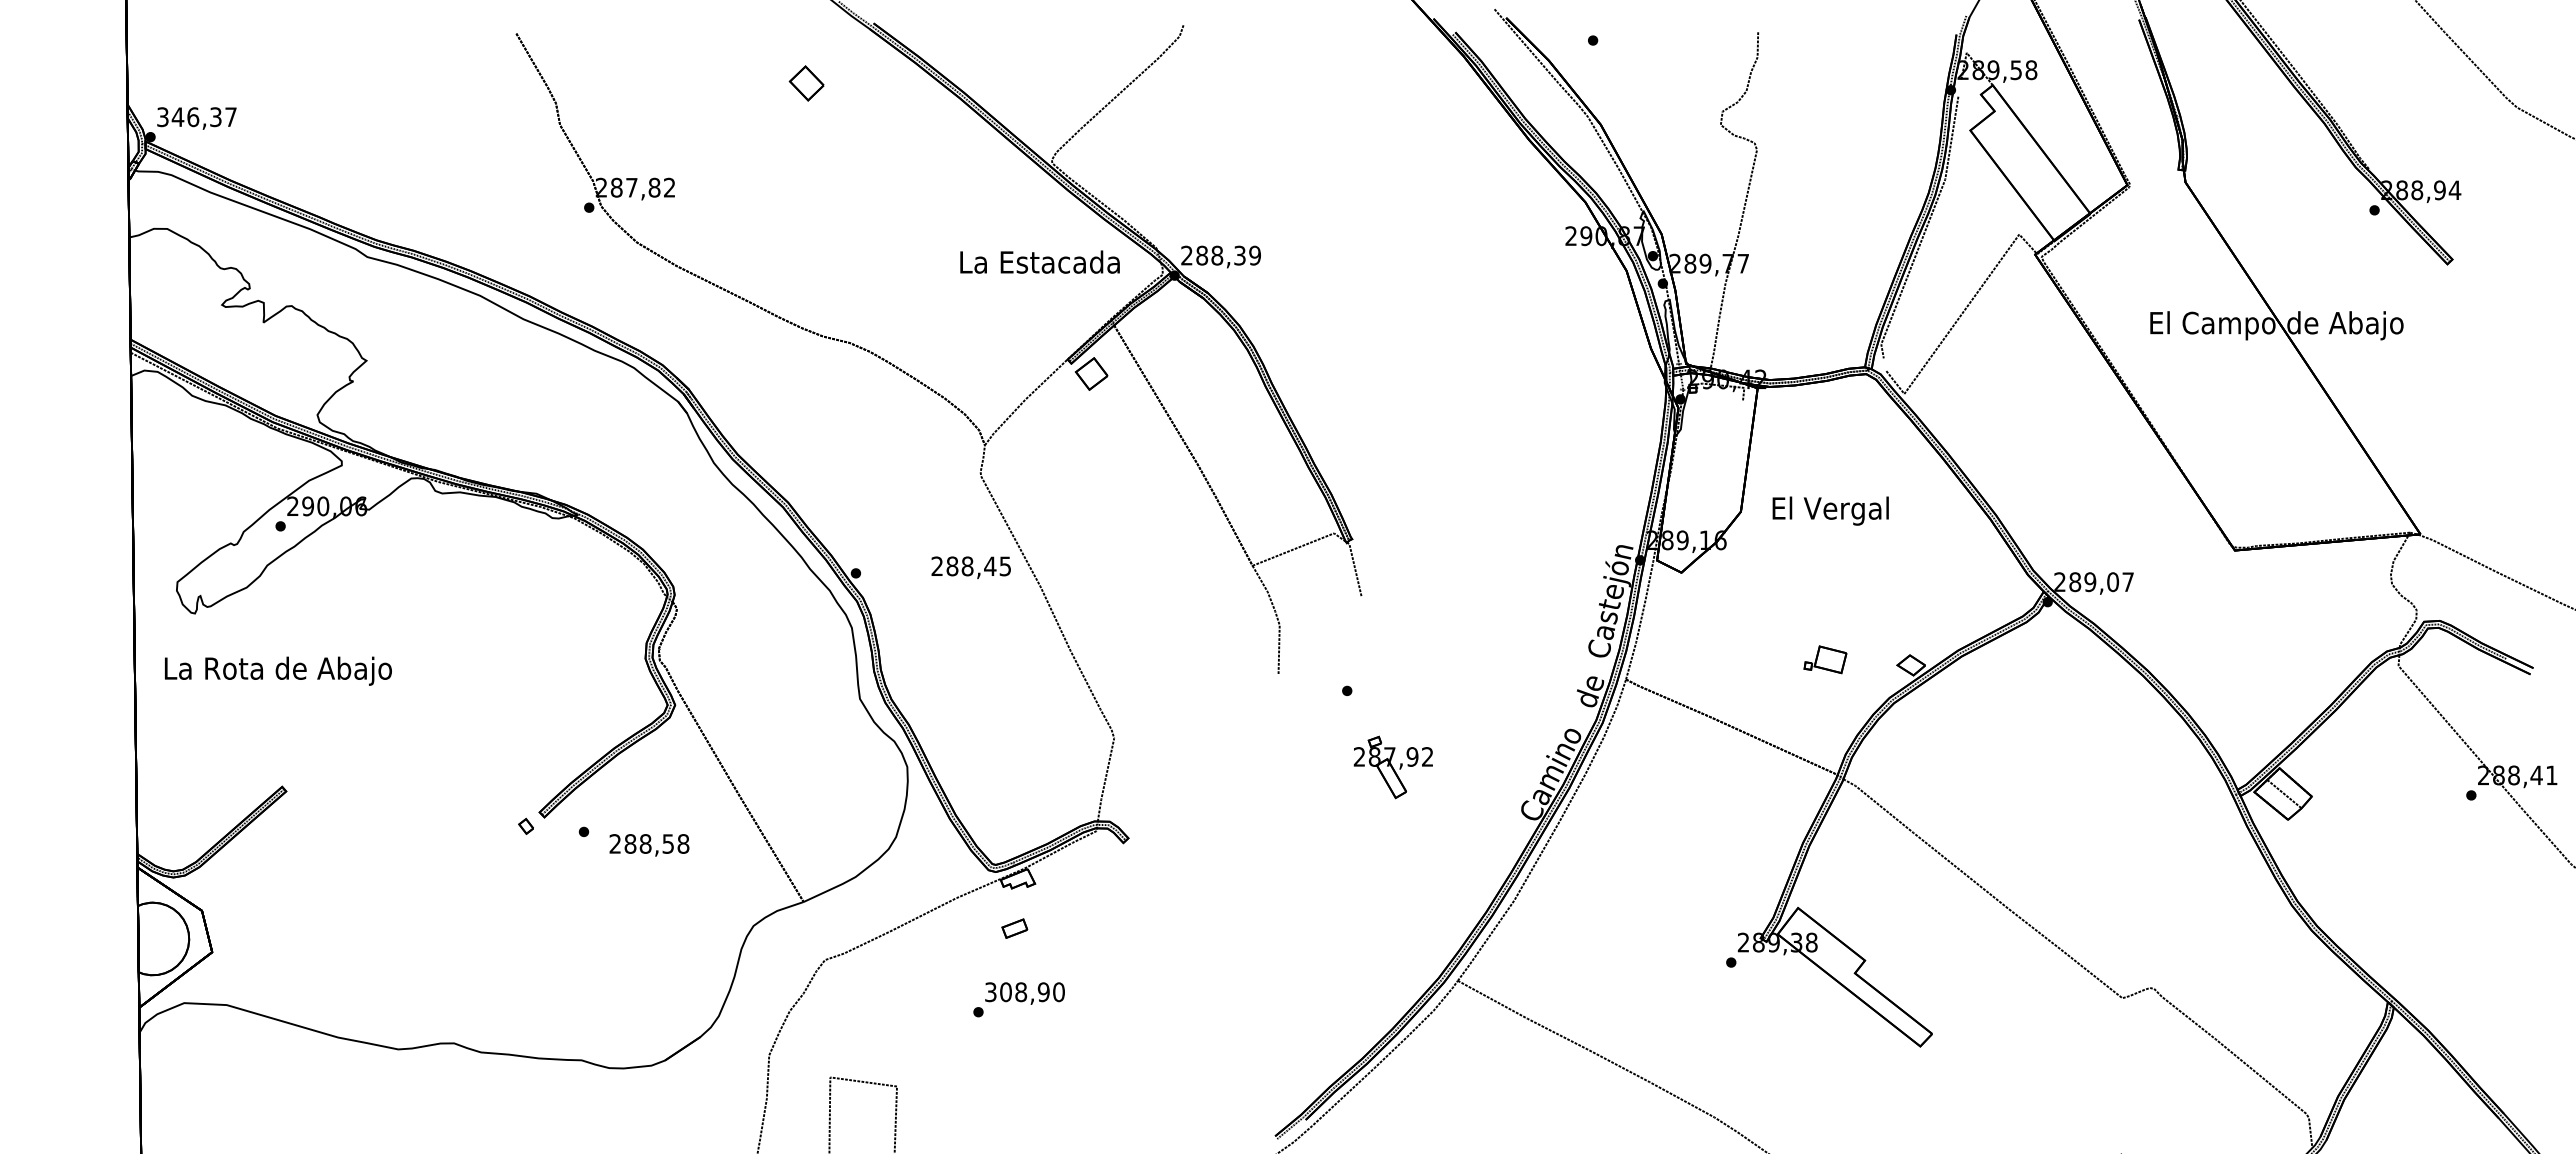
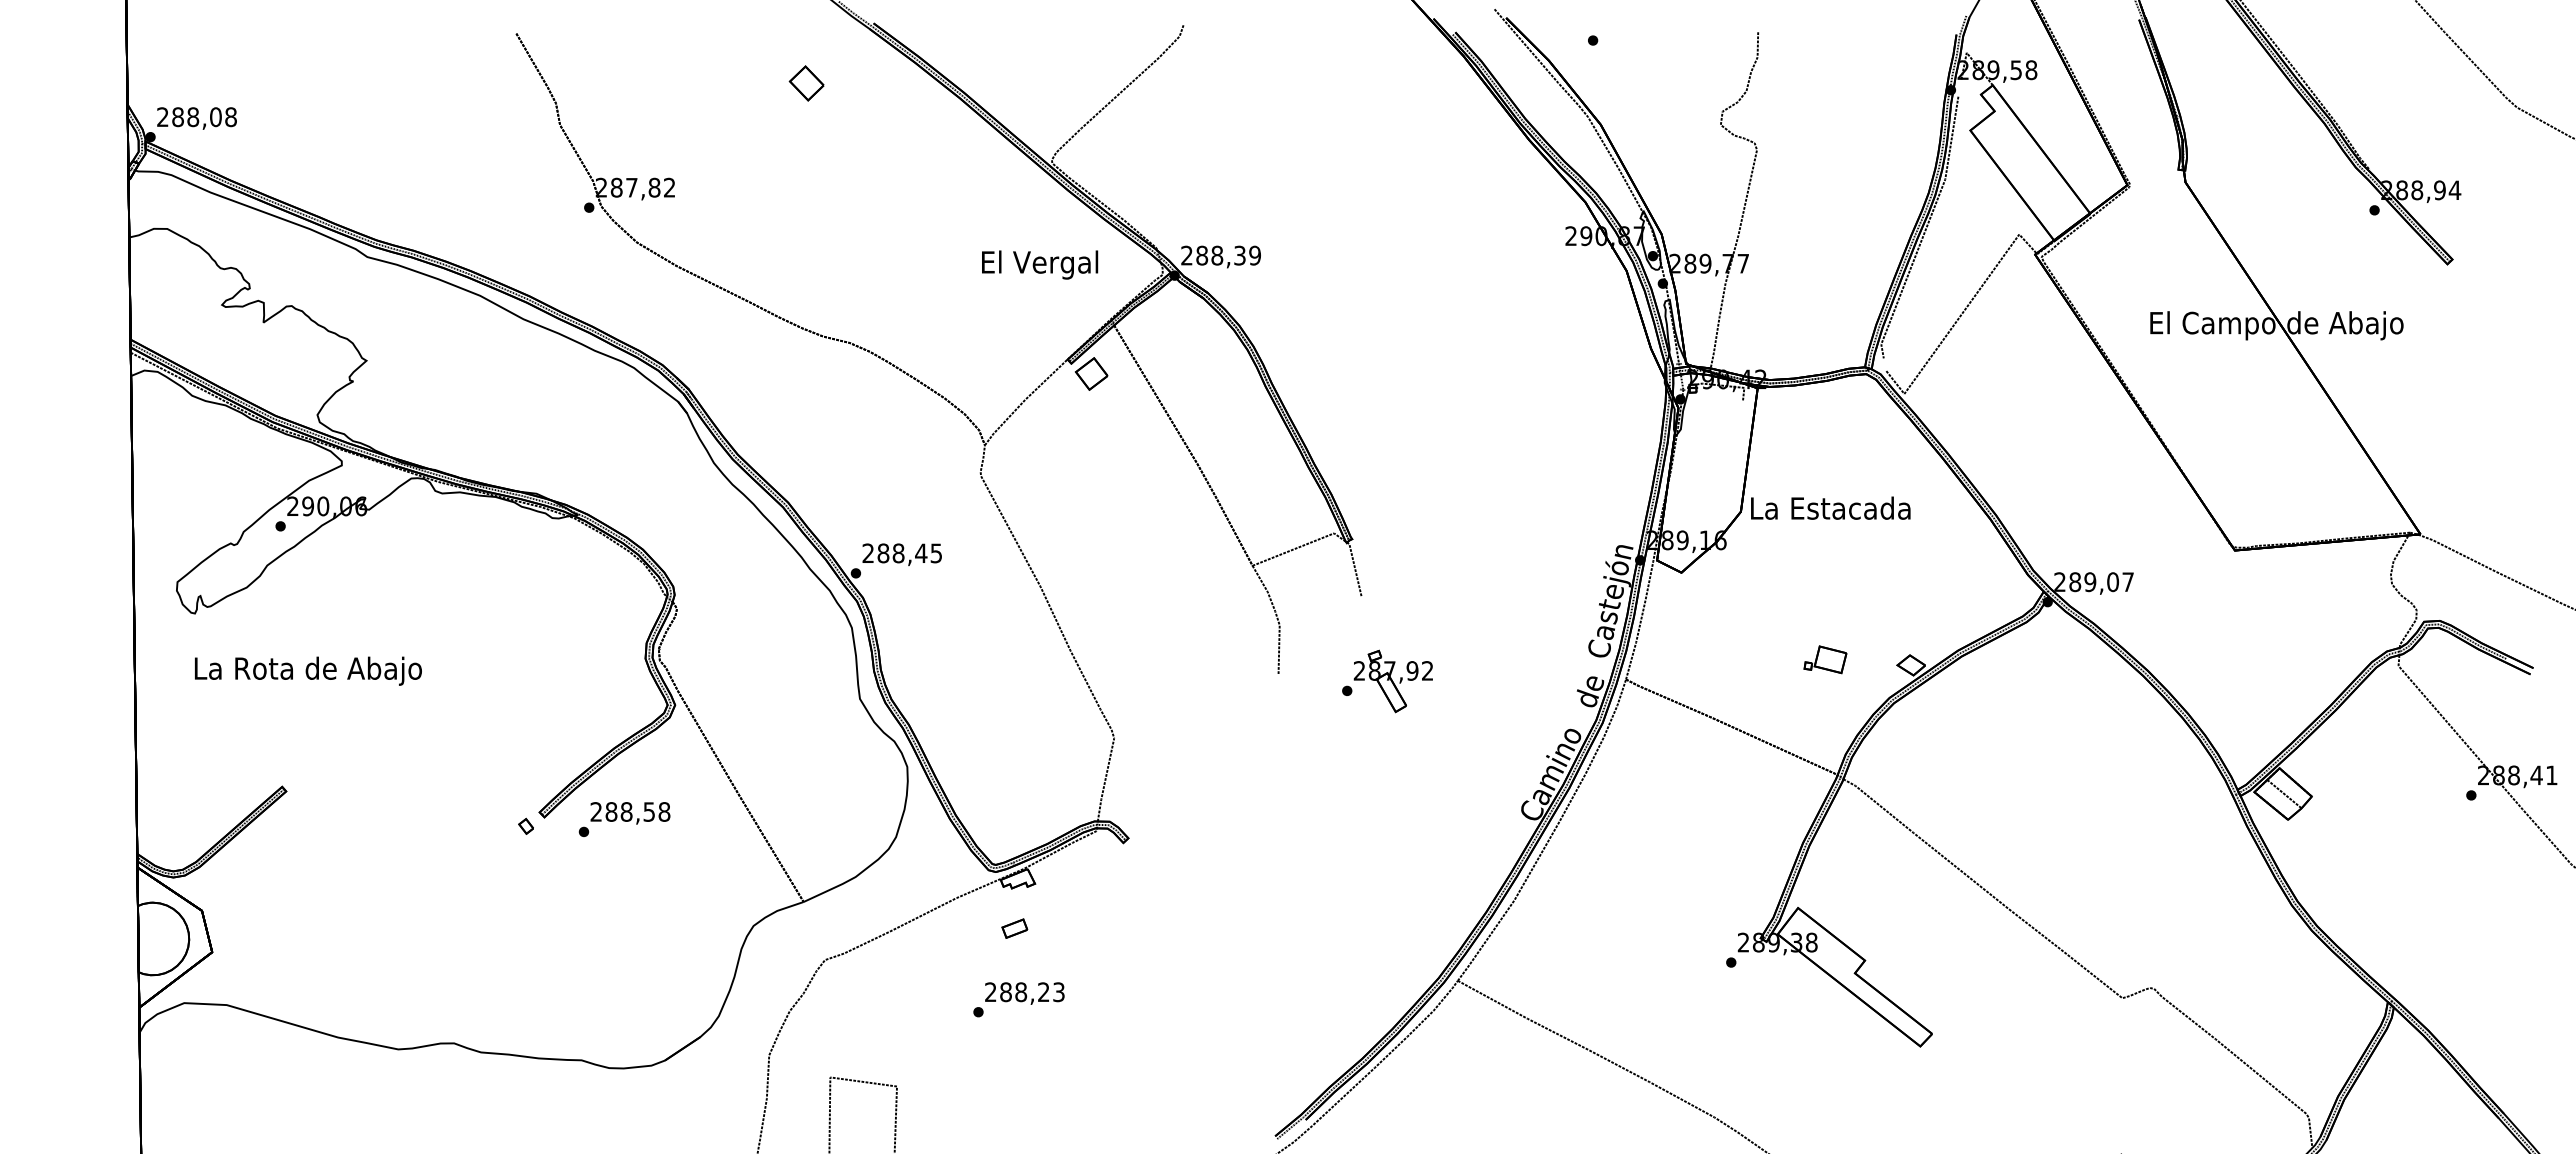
text at (196, 117): 346,37 -> 288,08
text at (1039, 264): La Estacada -> El Vergal
text at (1830, 510): El Vergal -> La Estacada
text at (970, 567) position: (970, 567) -> (901, 554)
text at (278, 670) position: (278, 670) -> (308, 670)
part at (1392, 767) position: (1392, 767) -> (1392, 681)
text at (649, 845) position: (649, 845) -> (630, 813)
text at (1024, 992): 308,90 -> 288,23
